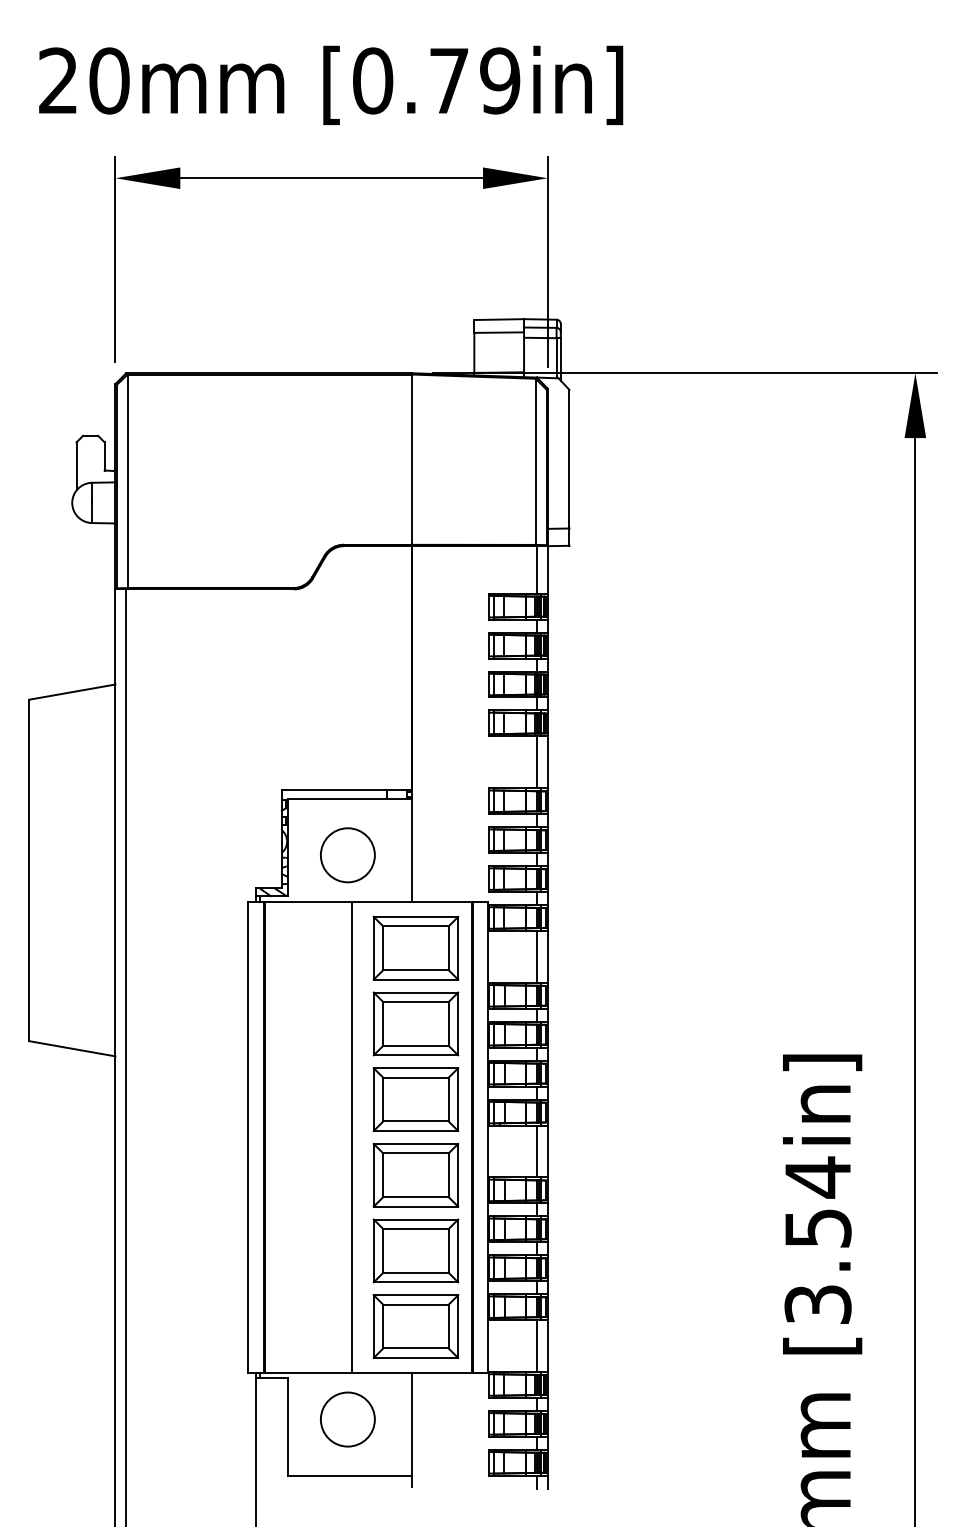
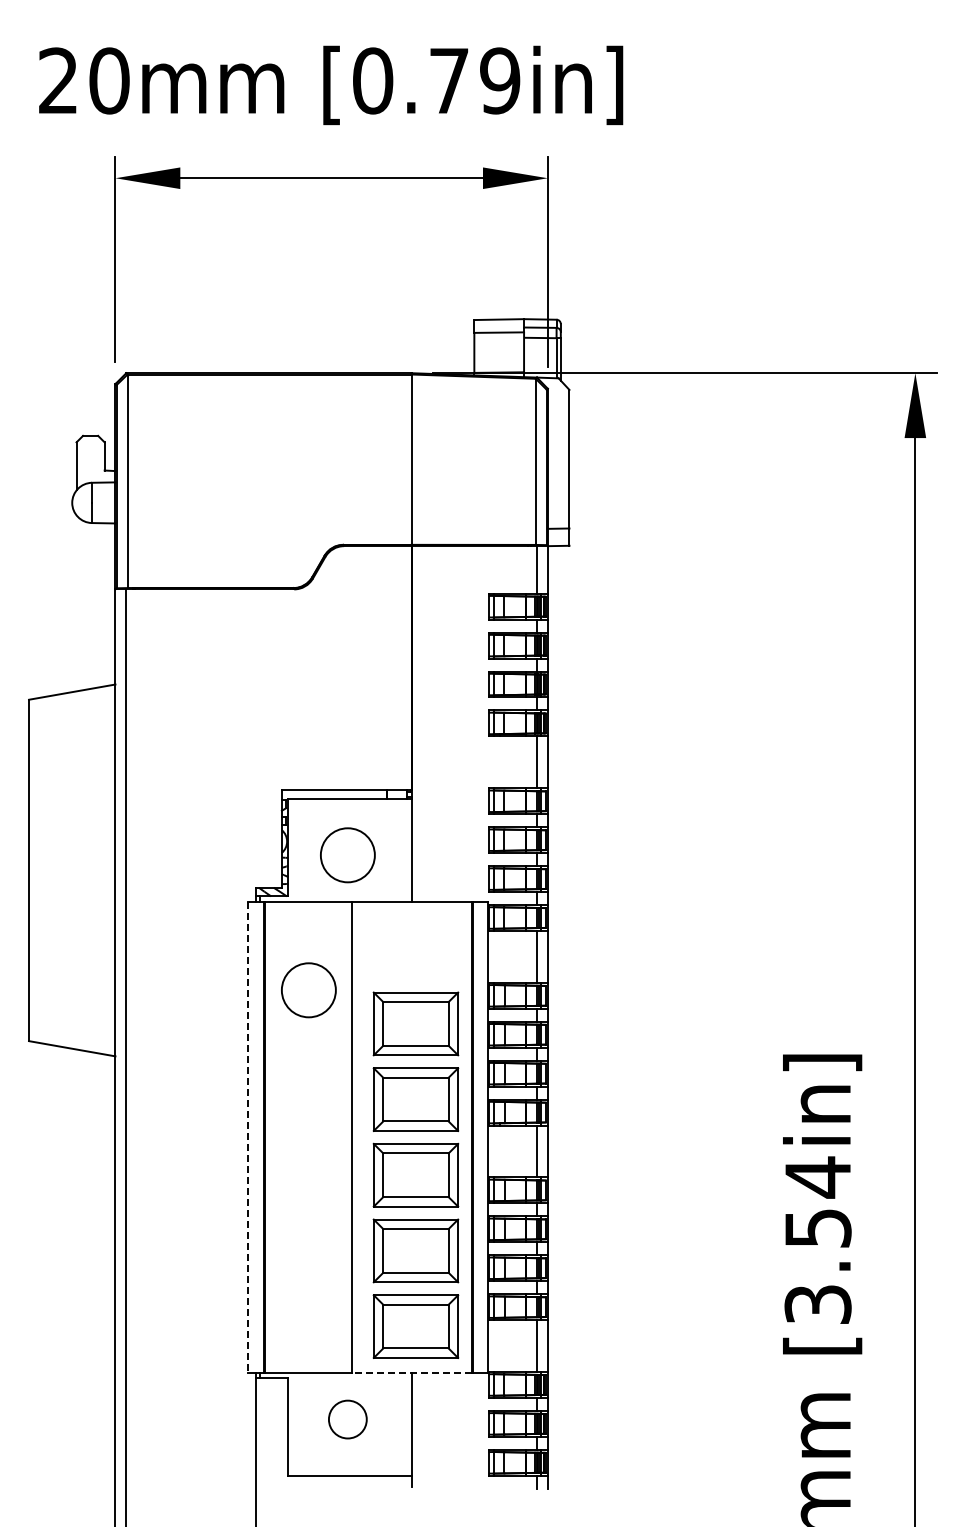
part at (415, 947): present -> none
circle at (308, 990): none -> present
line at (248, 1137): solid -> dashed
line at (412, 1373): solid -> dashed
circle at (347, 1419) diameter: 54 px -> 38 px
